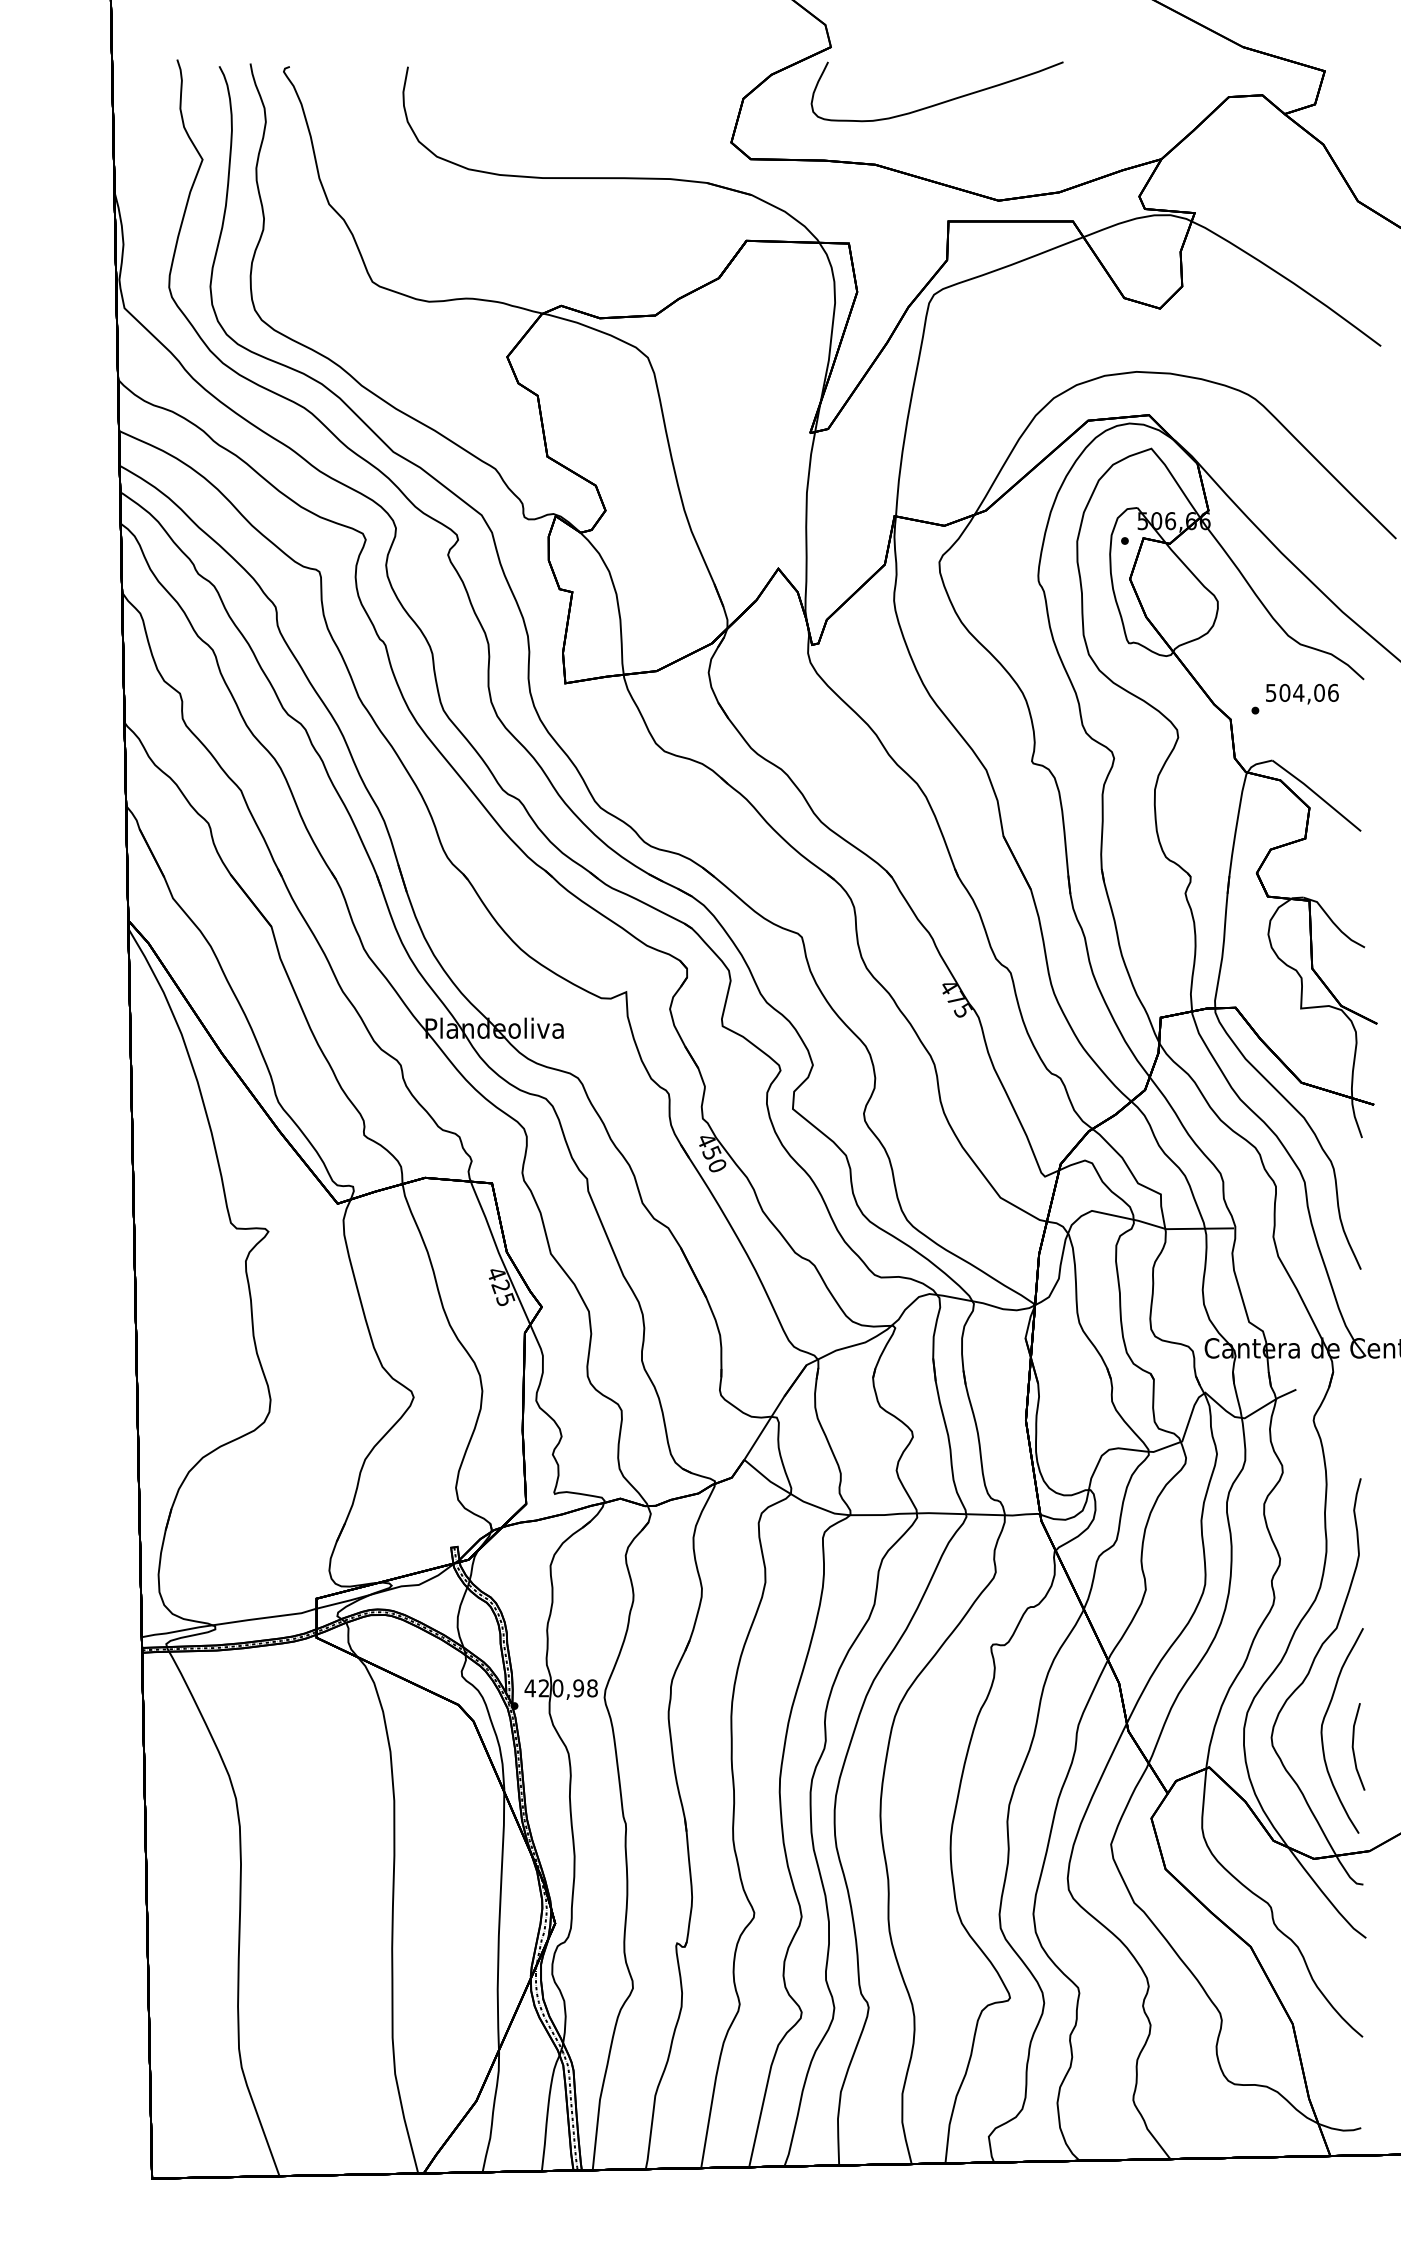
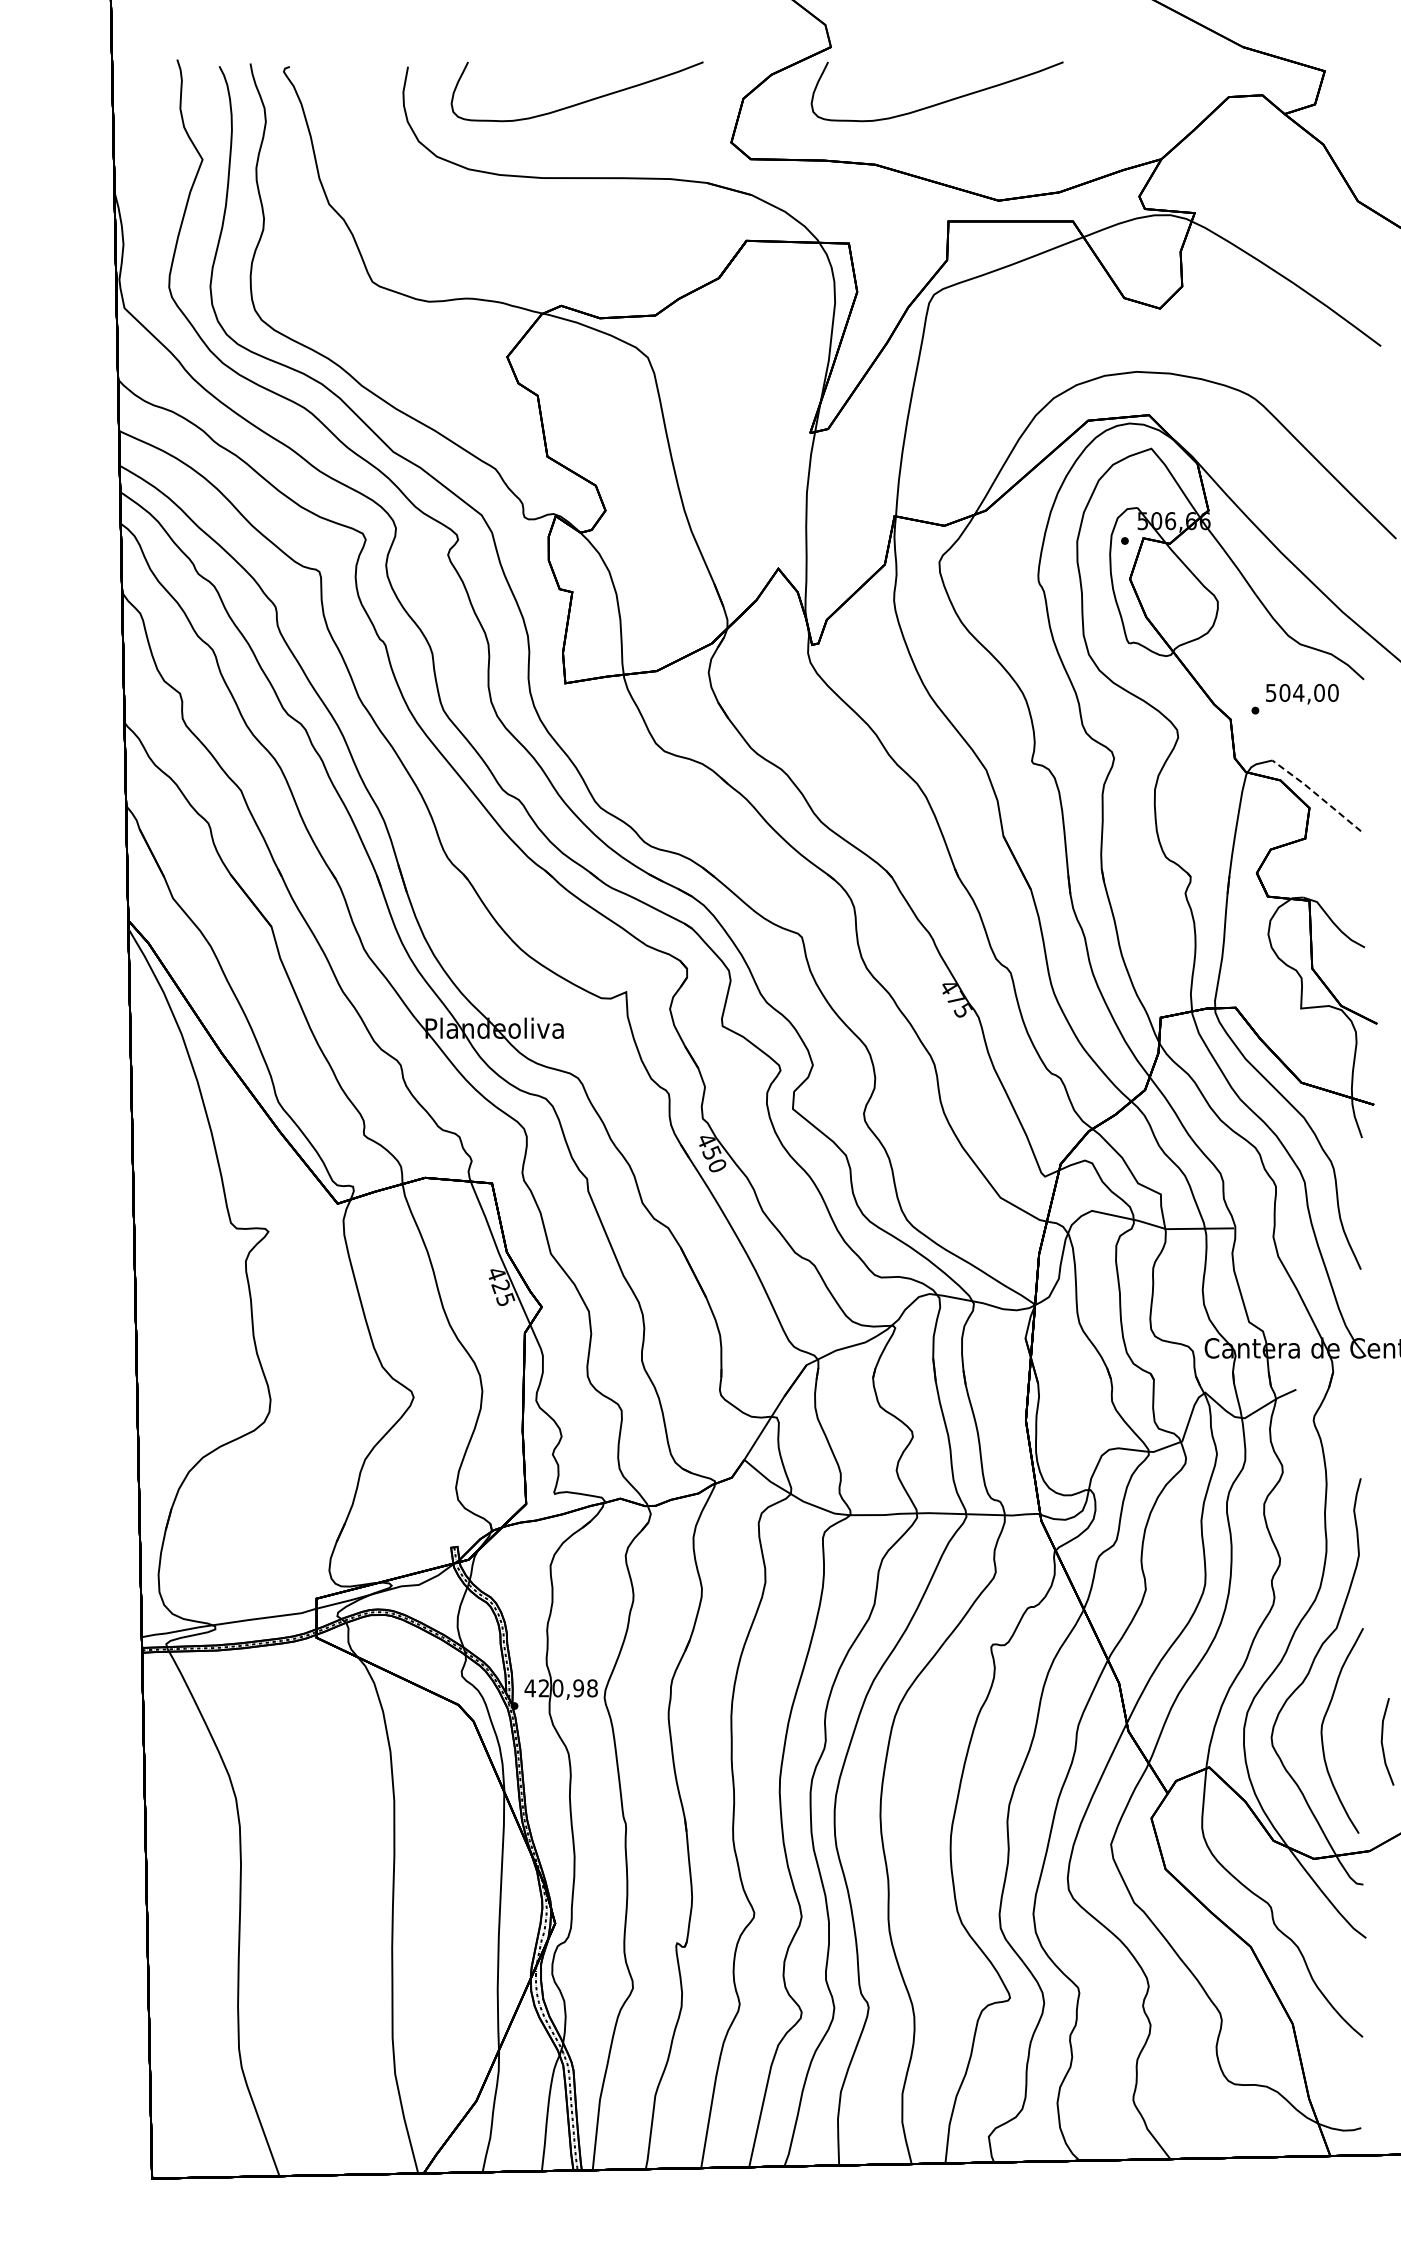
curve at (579, 102): none -> present
text at (1333, 692): 504,06 -> 504,00
line at (1316, 794): solid -> dashed
line at (1353, 1746) position: (1353, 1746) -> (1382, 1741)
